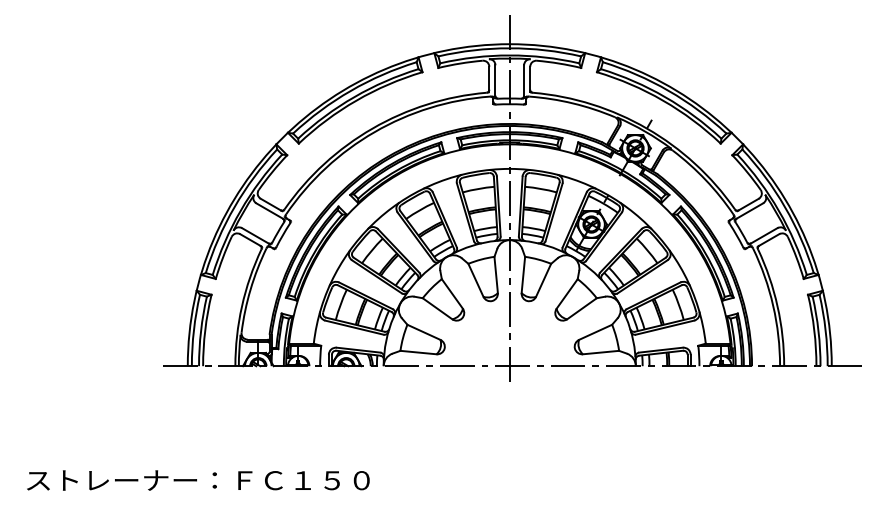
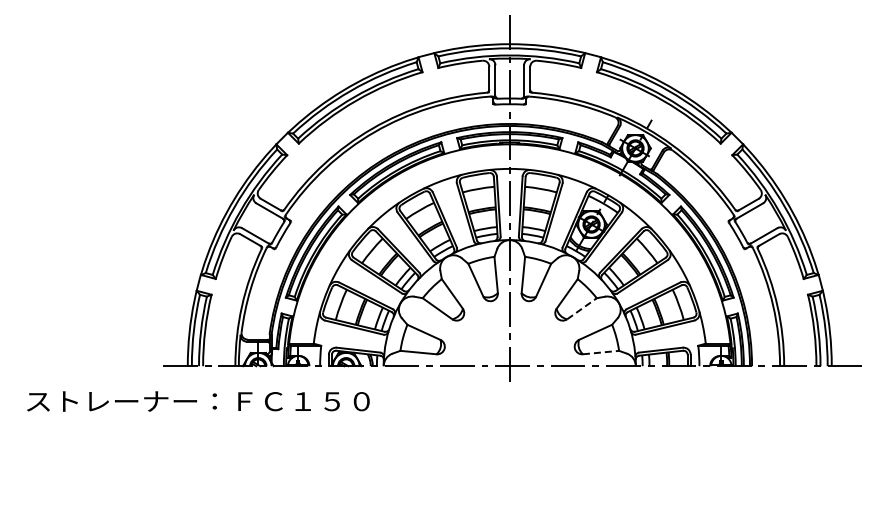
line at (582, 308): solid -> dashed
line at (601, 352): solid -> dashed
text at (198, 480) position: (198, 480) -> (198, 401)
